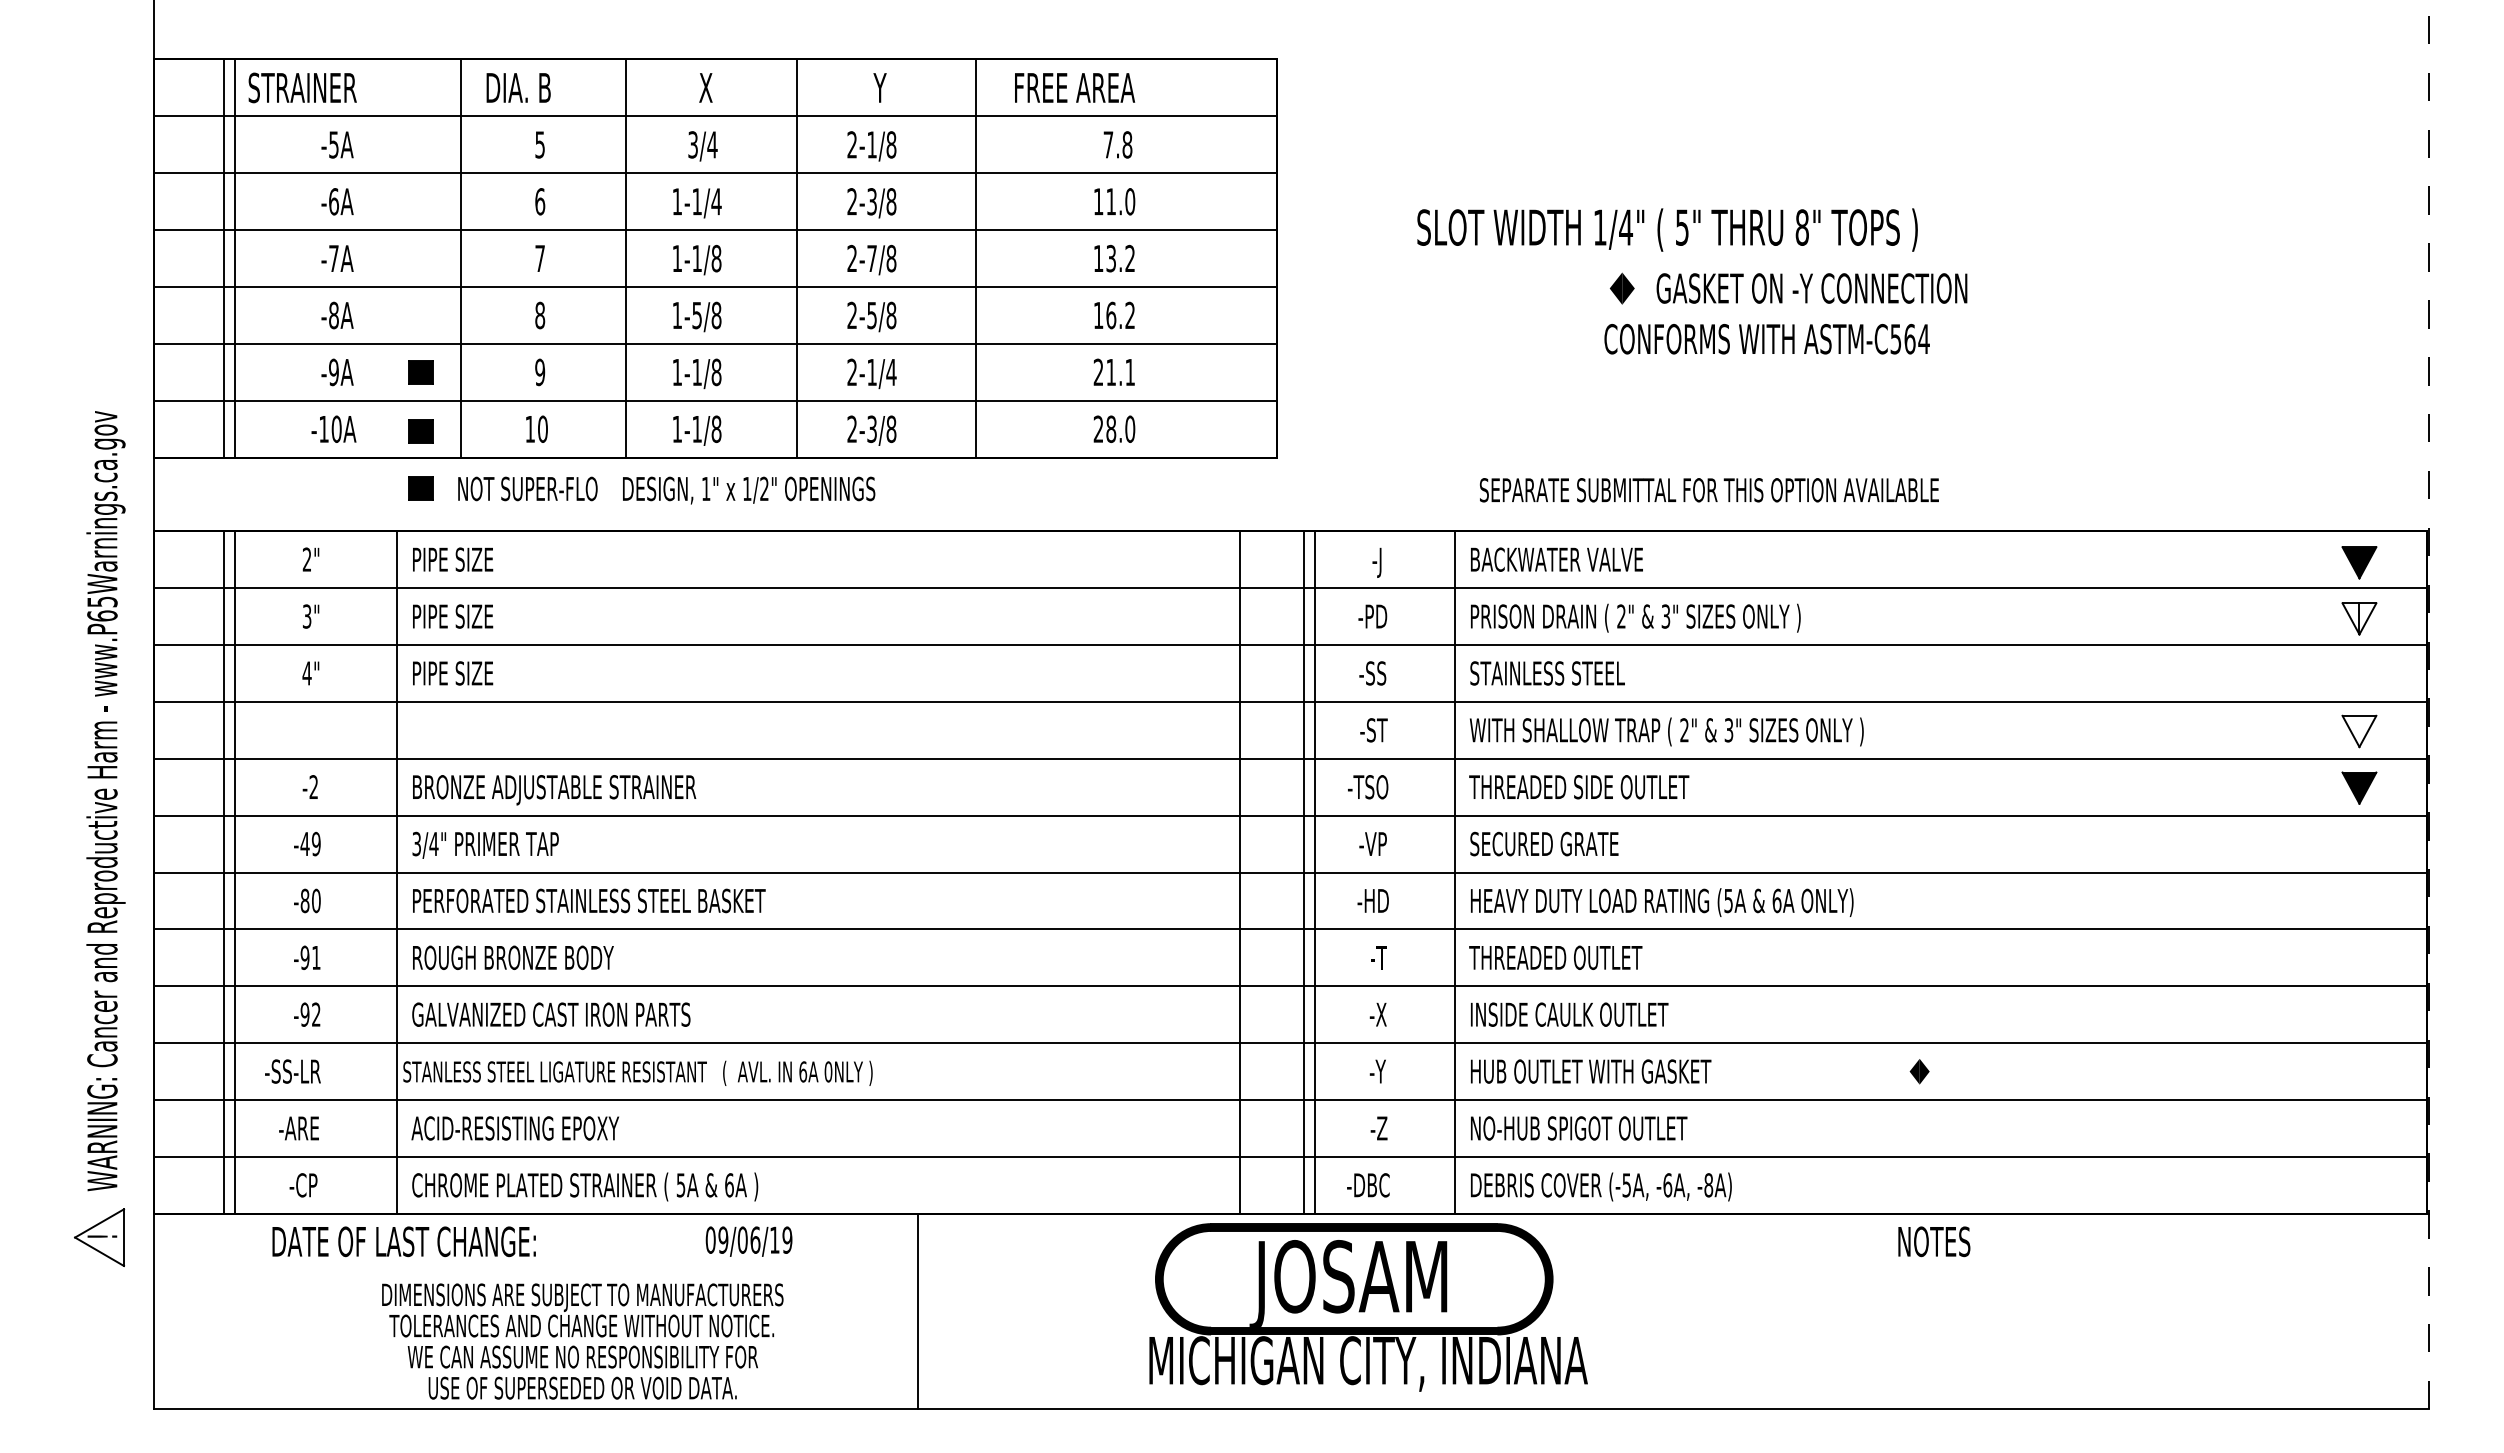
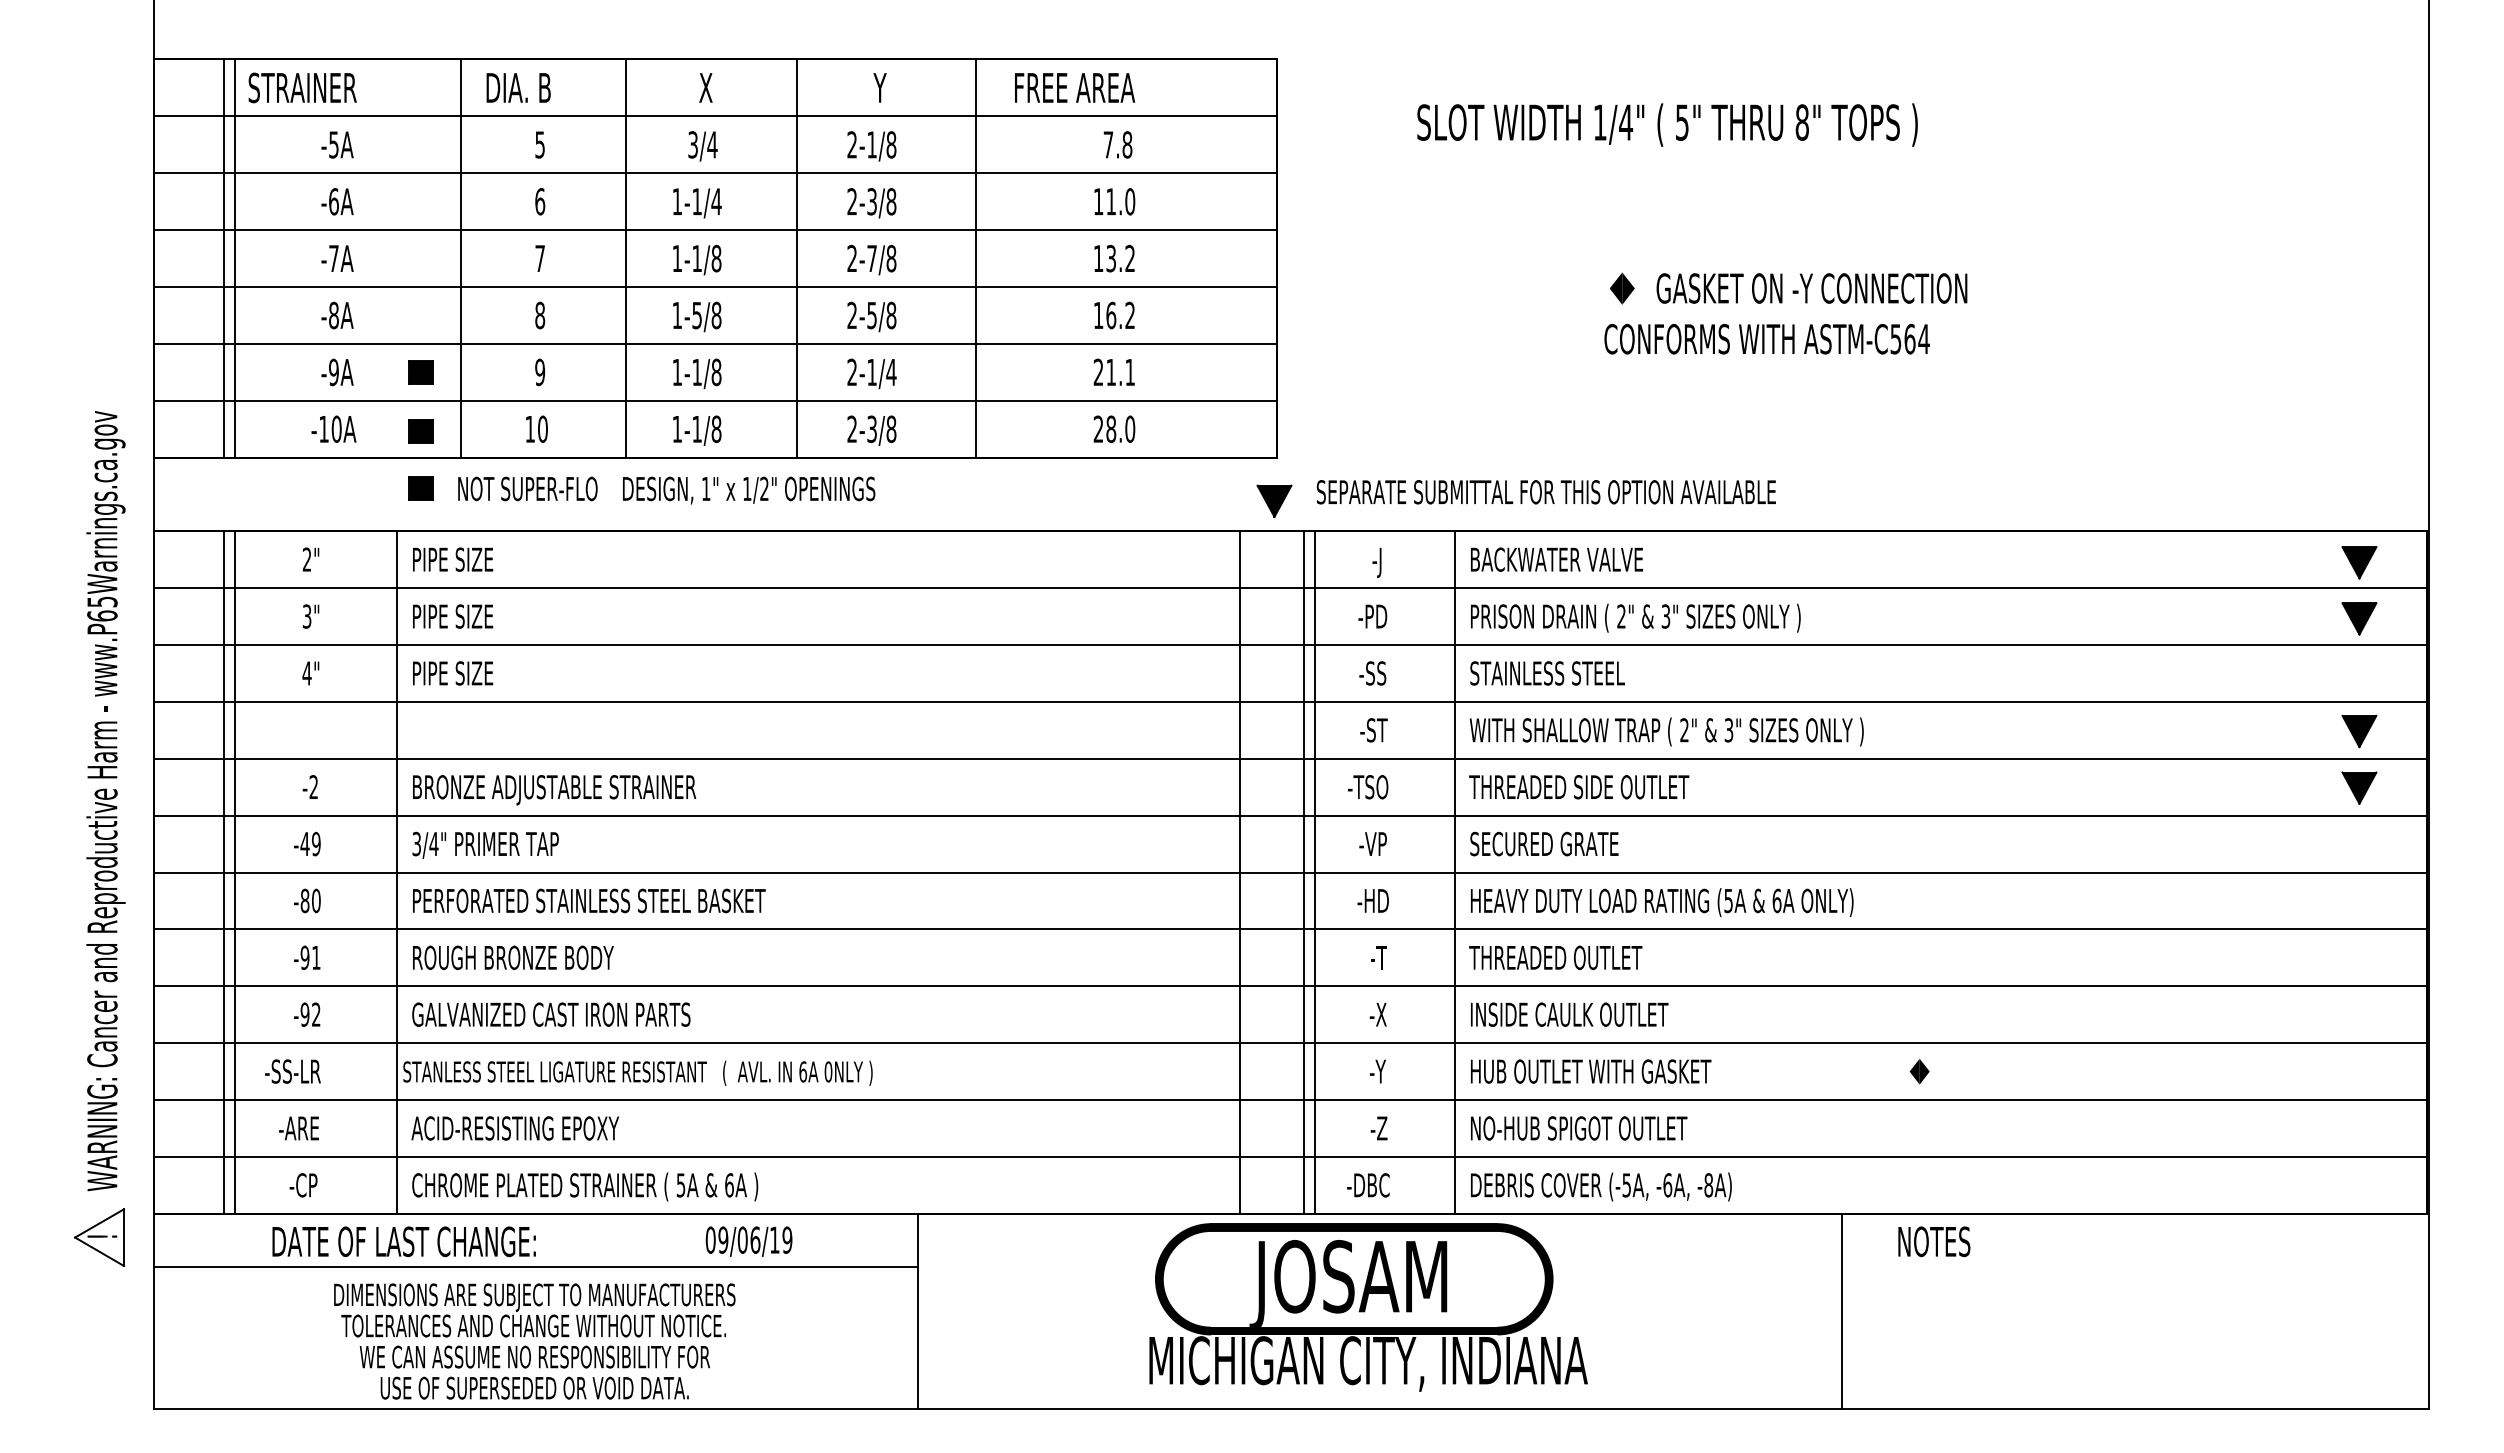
text at (1667, 229) position: (1667, 229) -> (1667, 124)
text at (1709, 490) position: (1709, 490) -> (1546, 492)
part at (1274, 501): none -> present
fill at (2359, 618): none -> present
line at (2428, 704): dashed -> solid
fill at (2359, 731): none -> present
line at (535, 1267): none -> present
line at (1842, 1311): none -> present
text at (582, 1341) position: (582, 1341) -> (534, 1341)
